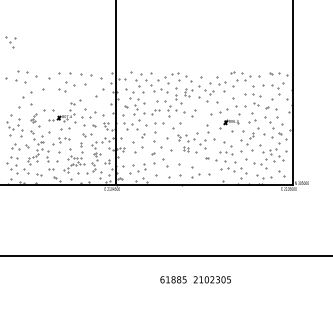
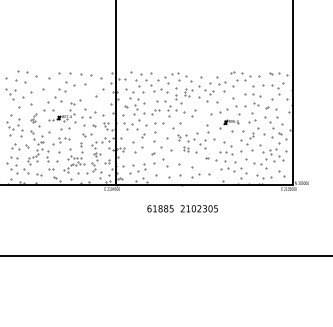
part at (10, 42) position: (10, 42) -> (10, 94)
part at (54, 99): none -> present
text at (195, 279) position: (195, 279) -> (182, 208)
